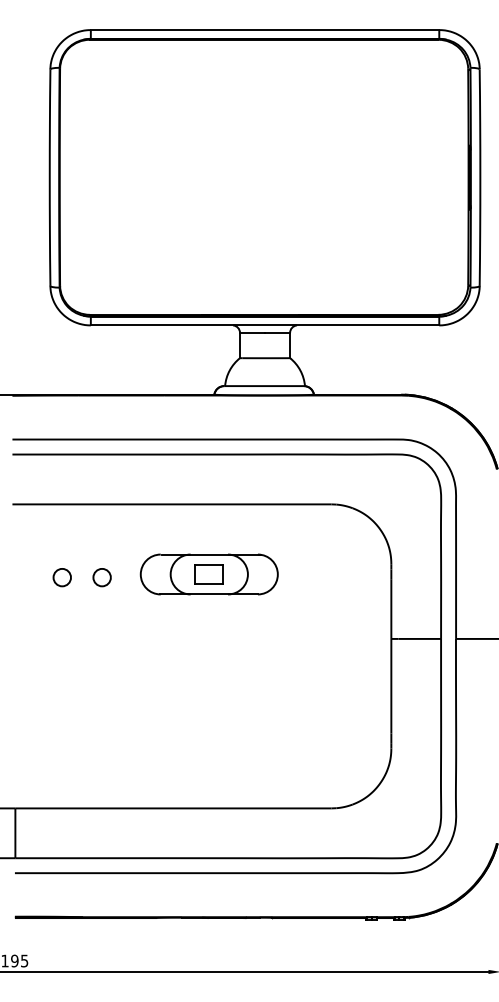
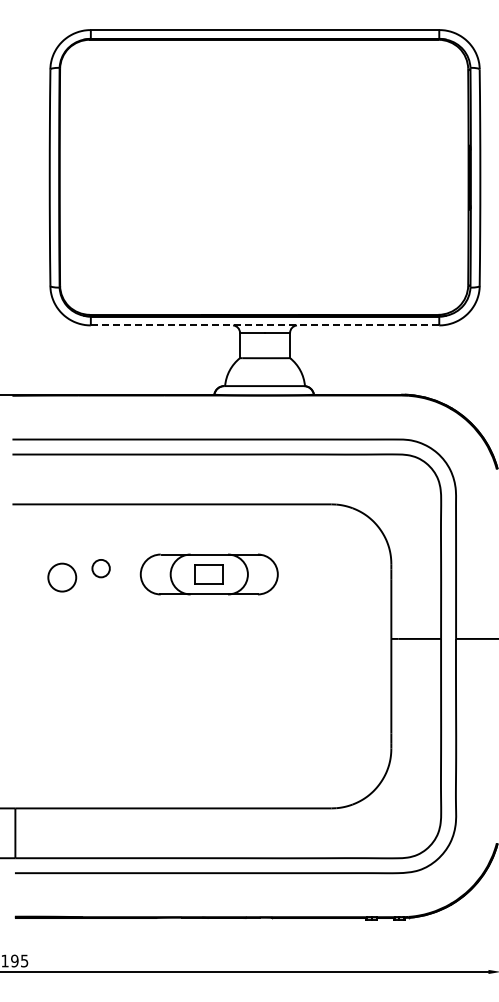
line at (265, 325): solid -> dashed
circle at (62, 577) diameter: 17 px -> 28 px
circle at (101, 577) position: (101, 577) -> (100, 568)
